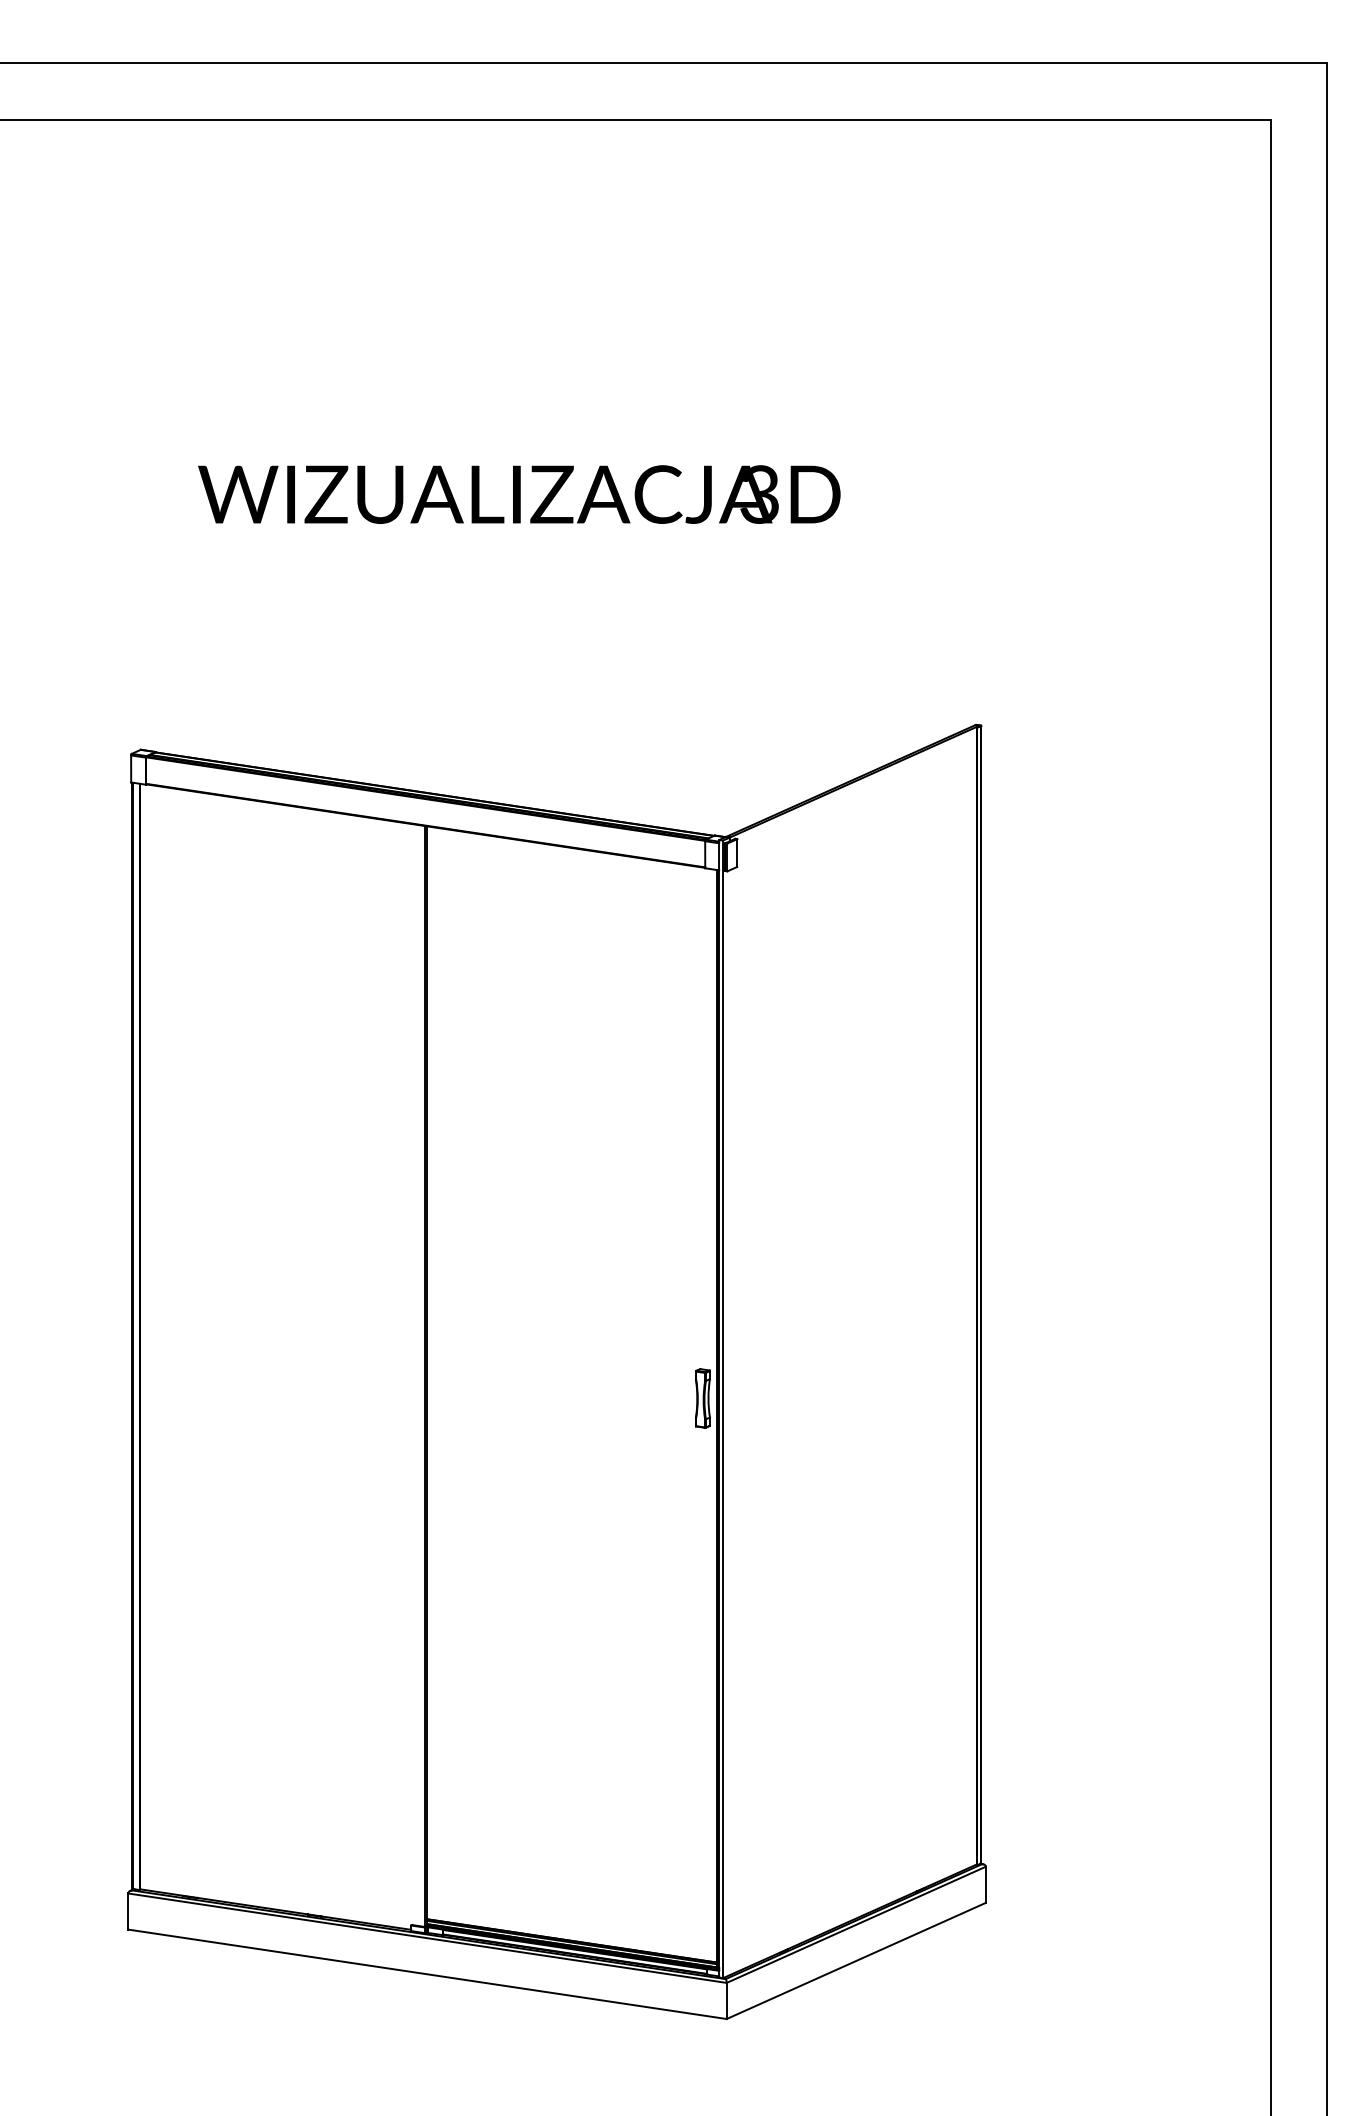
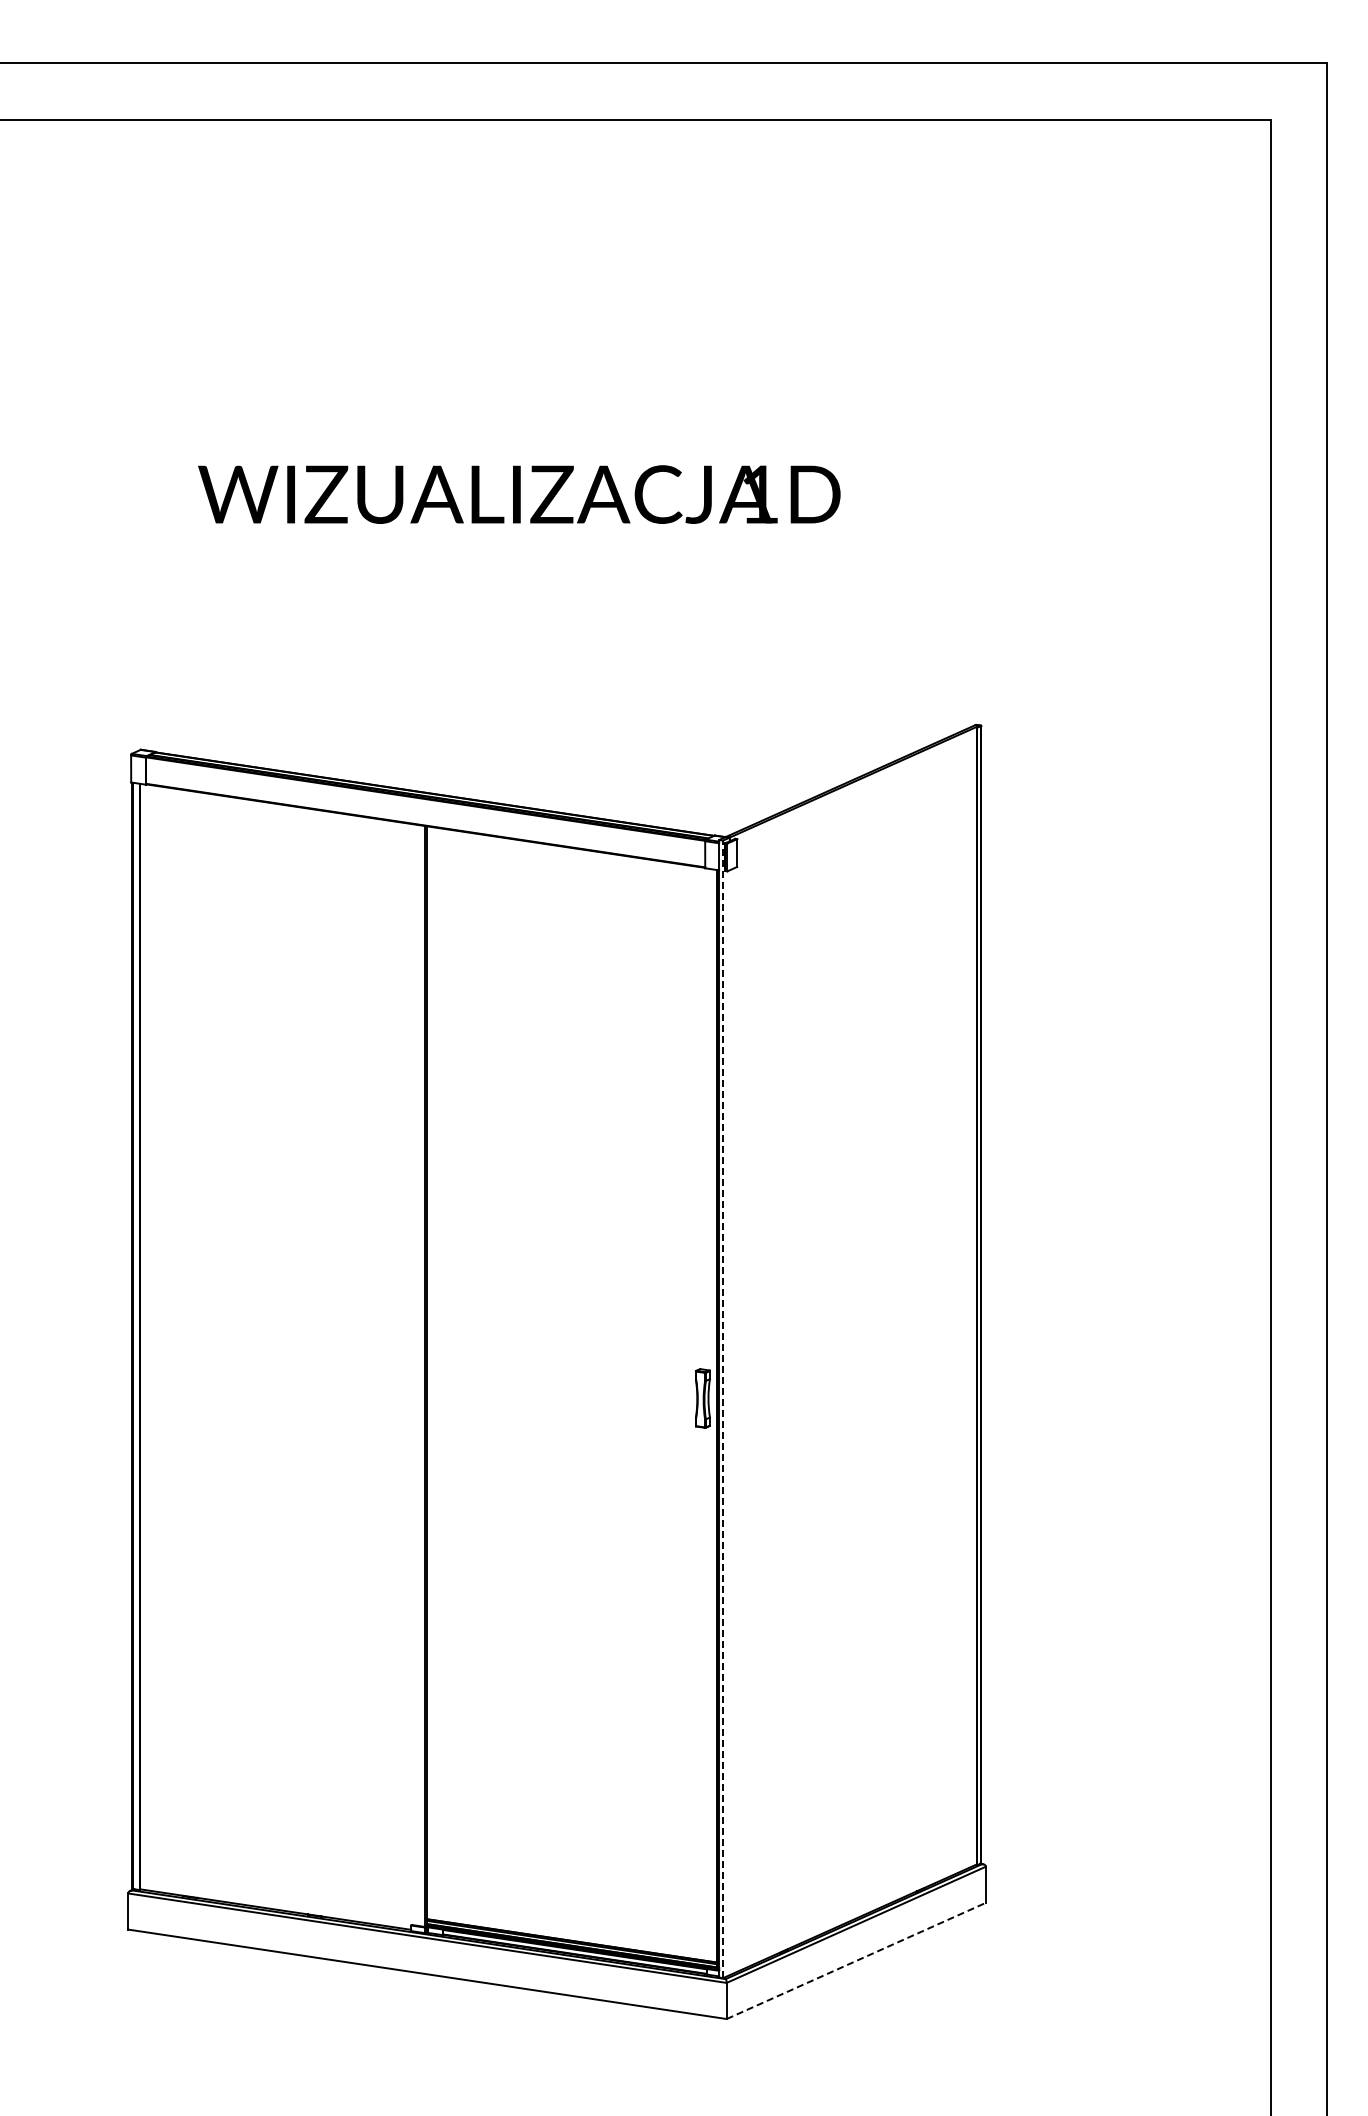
text at (759, 494): 3D -> 1D
line at (723, 1409): solid -> dashed
line at (856, 1960): solid -> dashed
